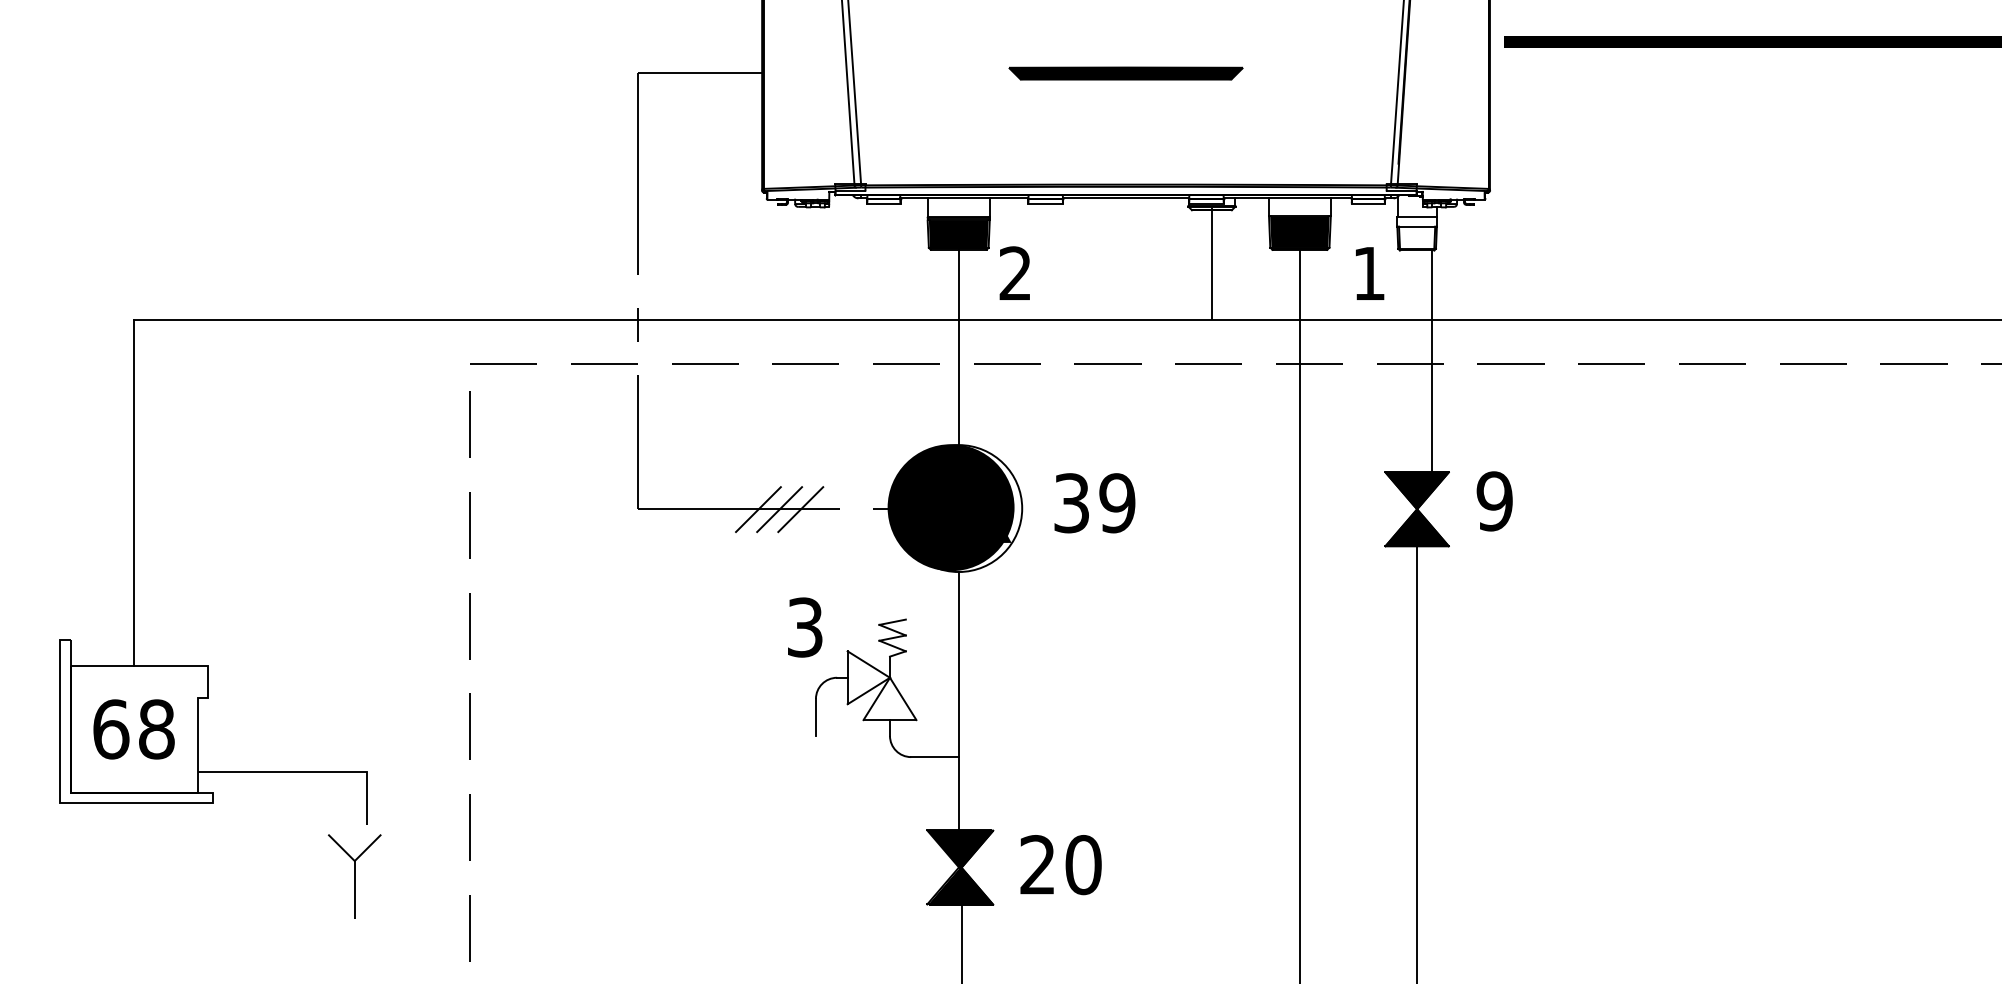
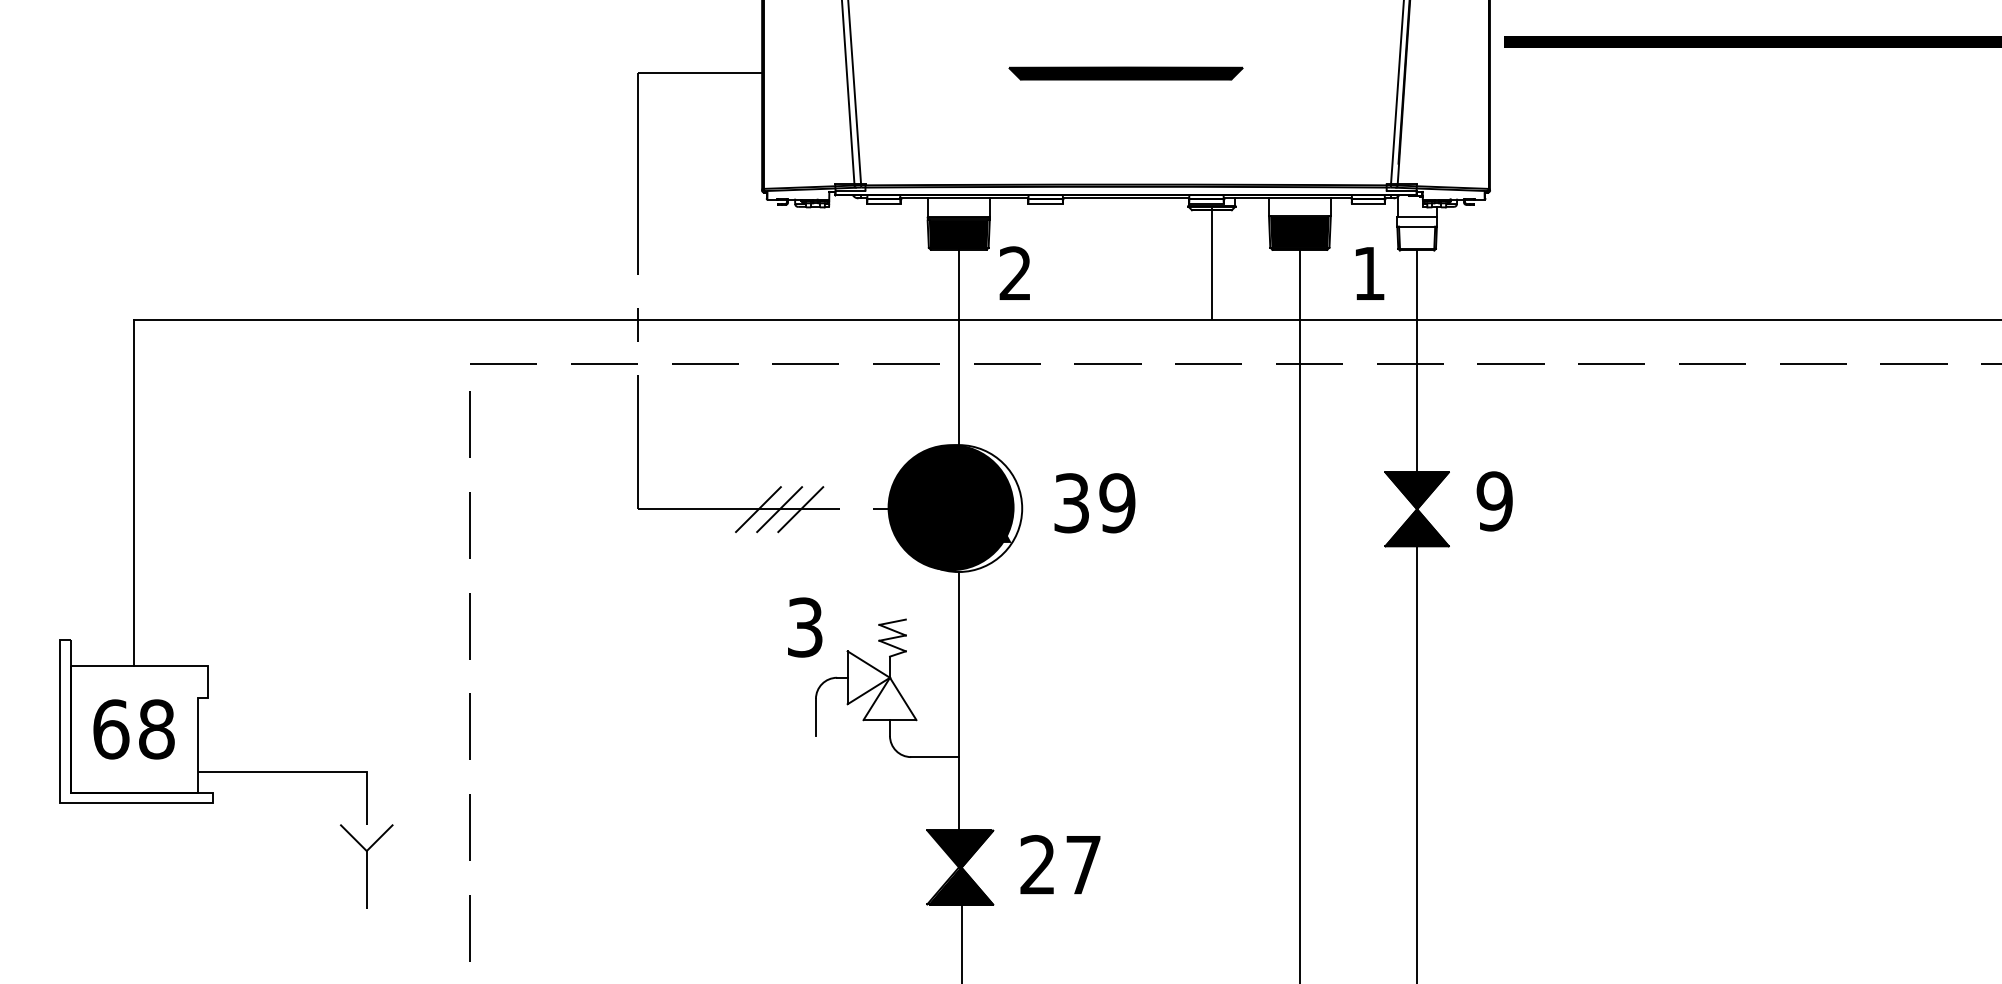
line at (1432, 361) position: (1432, 361) -> (1417, 361)
text at (1083, 865): 20 -> 27
part at (354, 876) position: (354, 876) -> (366, 866)
